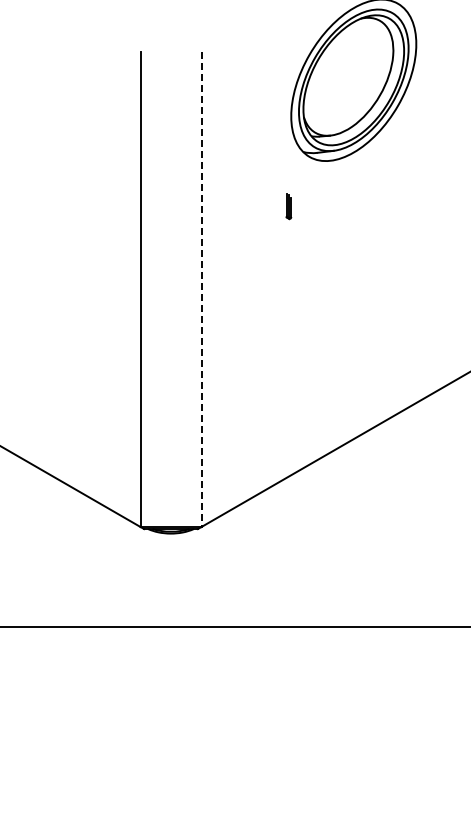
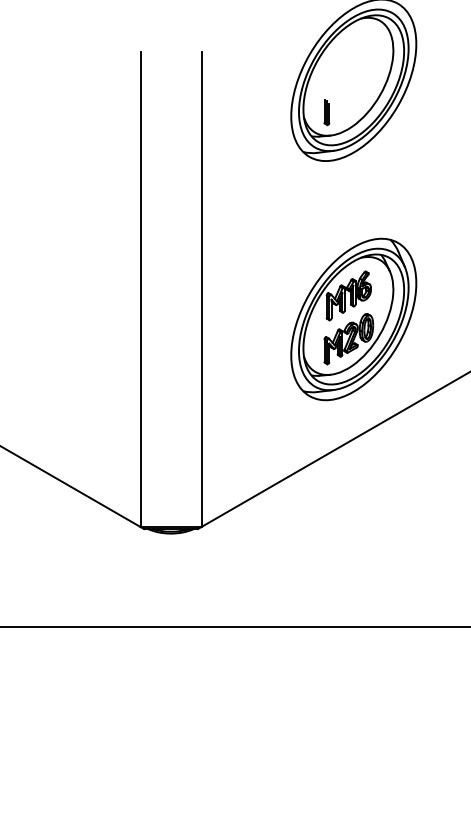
part at (288, 206) position: (288, 206) -> (326, 112)
line at (201, 290): dashed -> solid
part at (353, 319): none -> present
